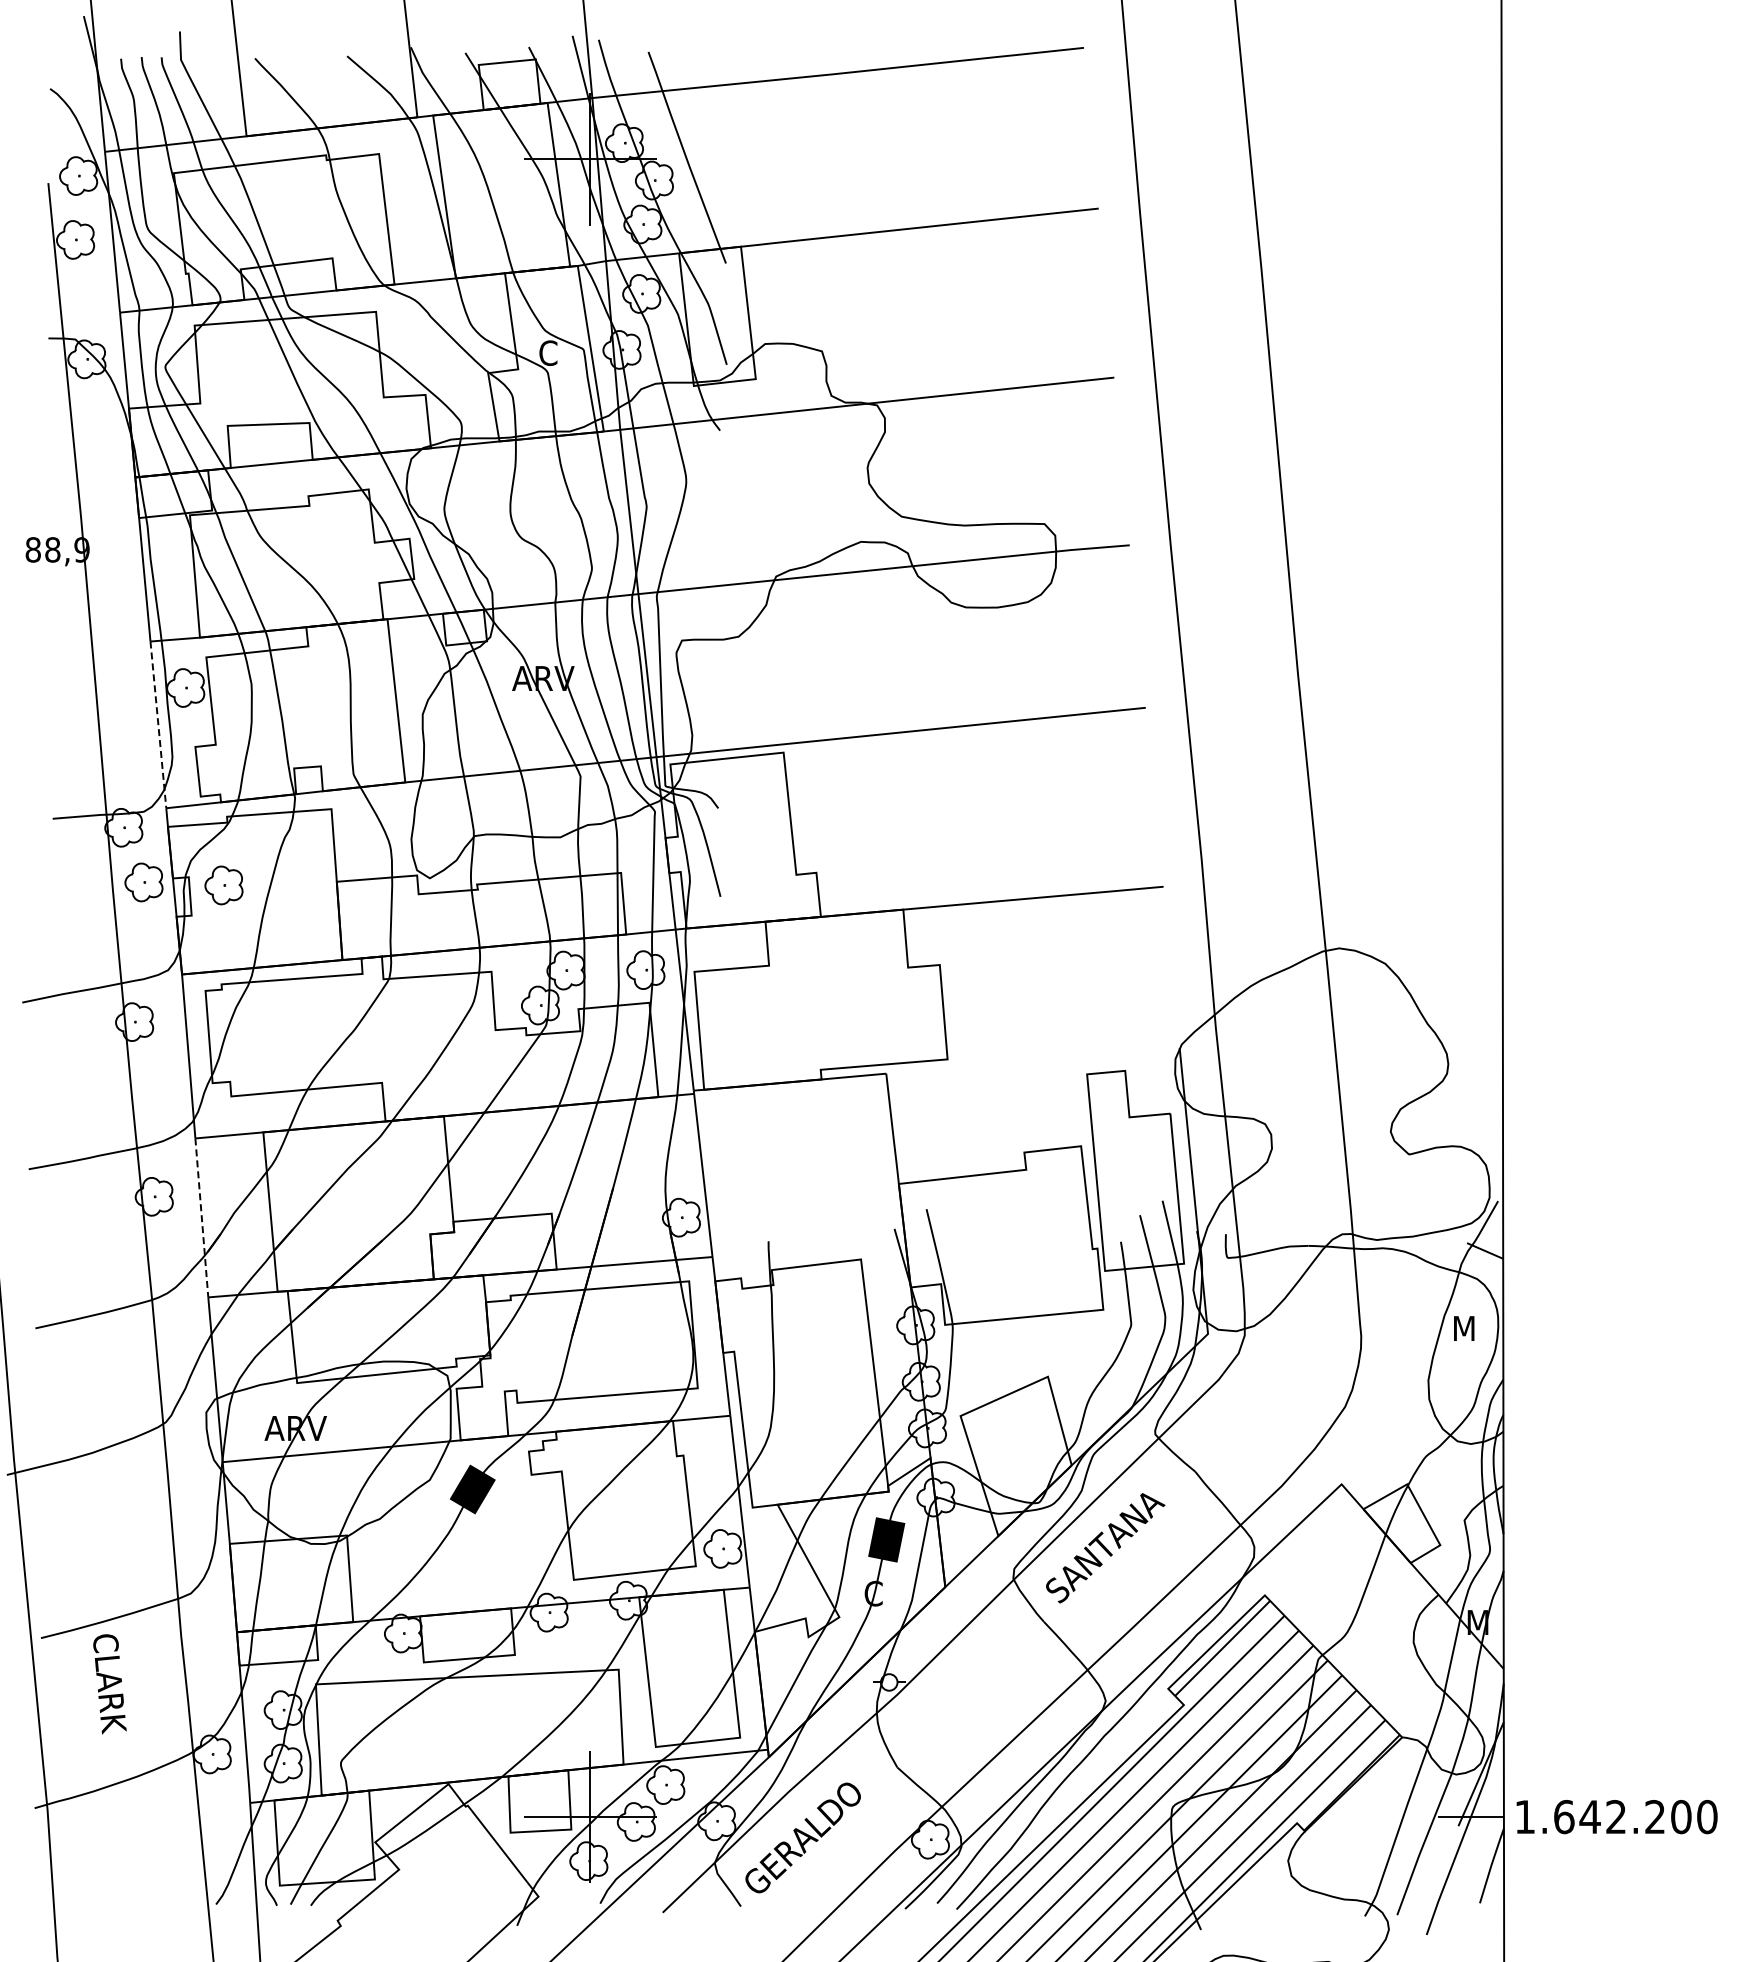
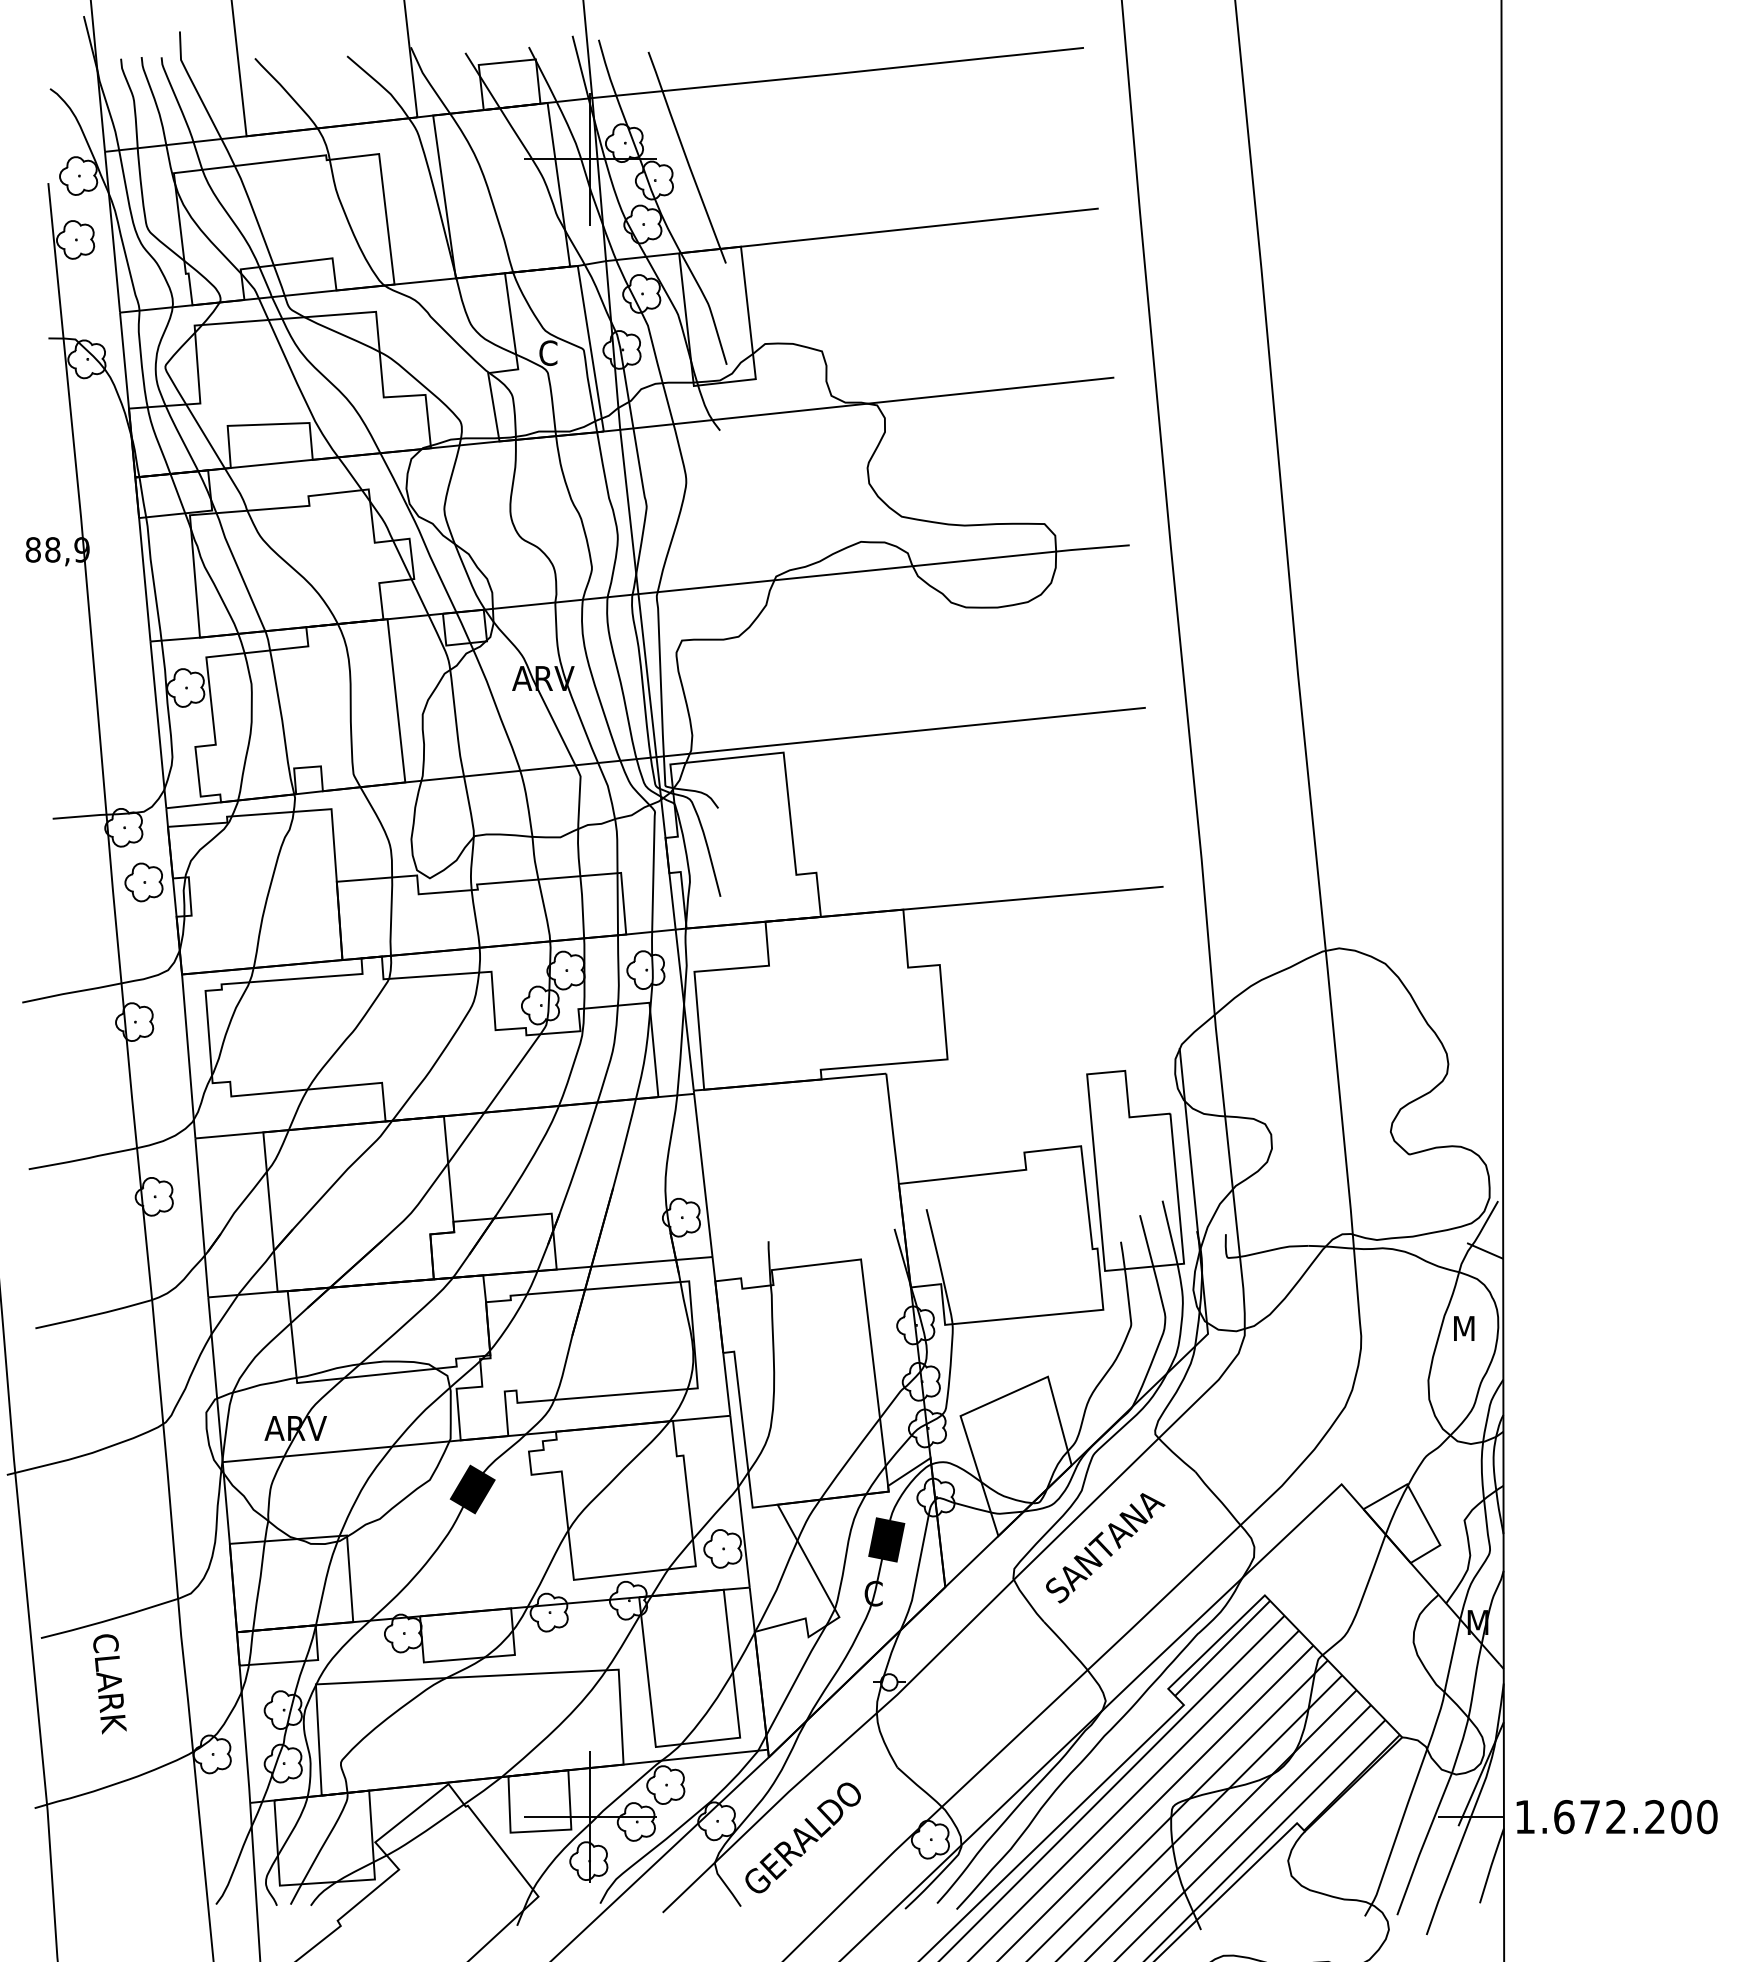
line at (158, 724): dashed -> solid
part at (223, 885): present -> none
line at (201, 1217): dashed -> solid
text at (1589, 1816): 1.642.200 -> 1.672.200
